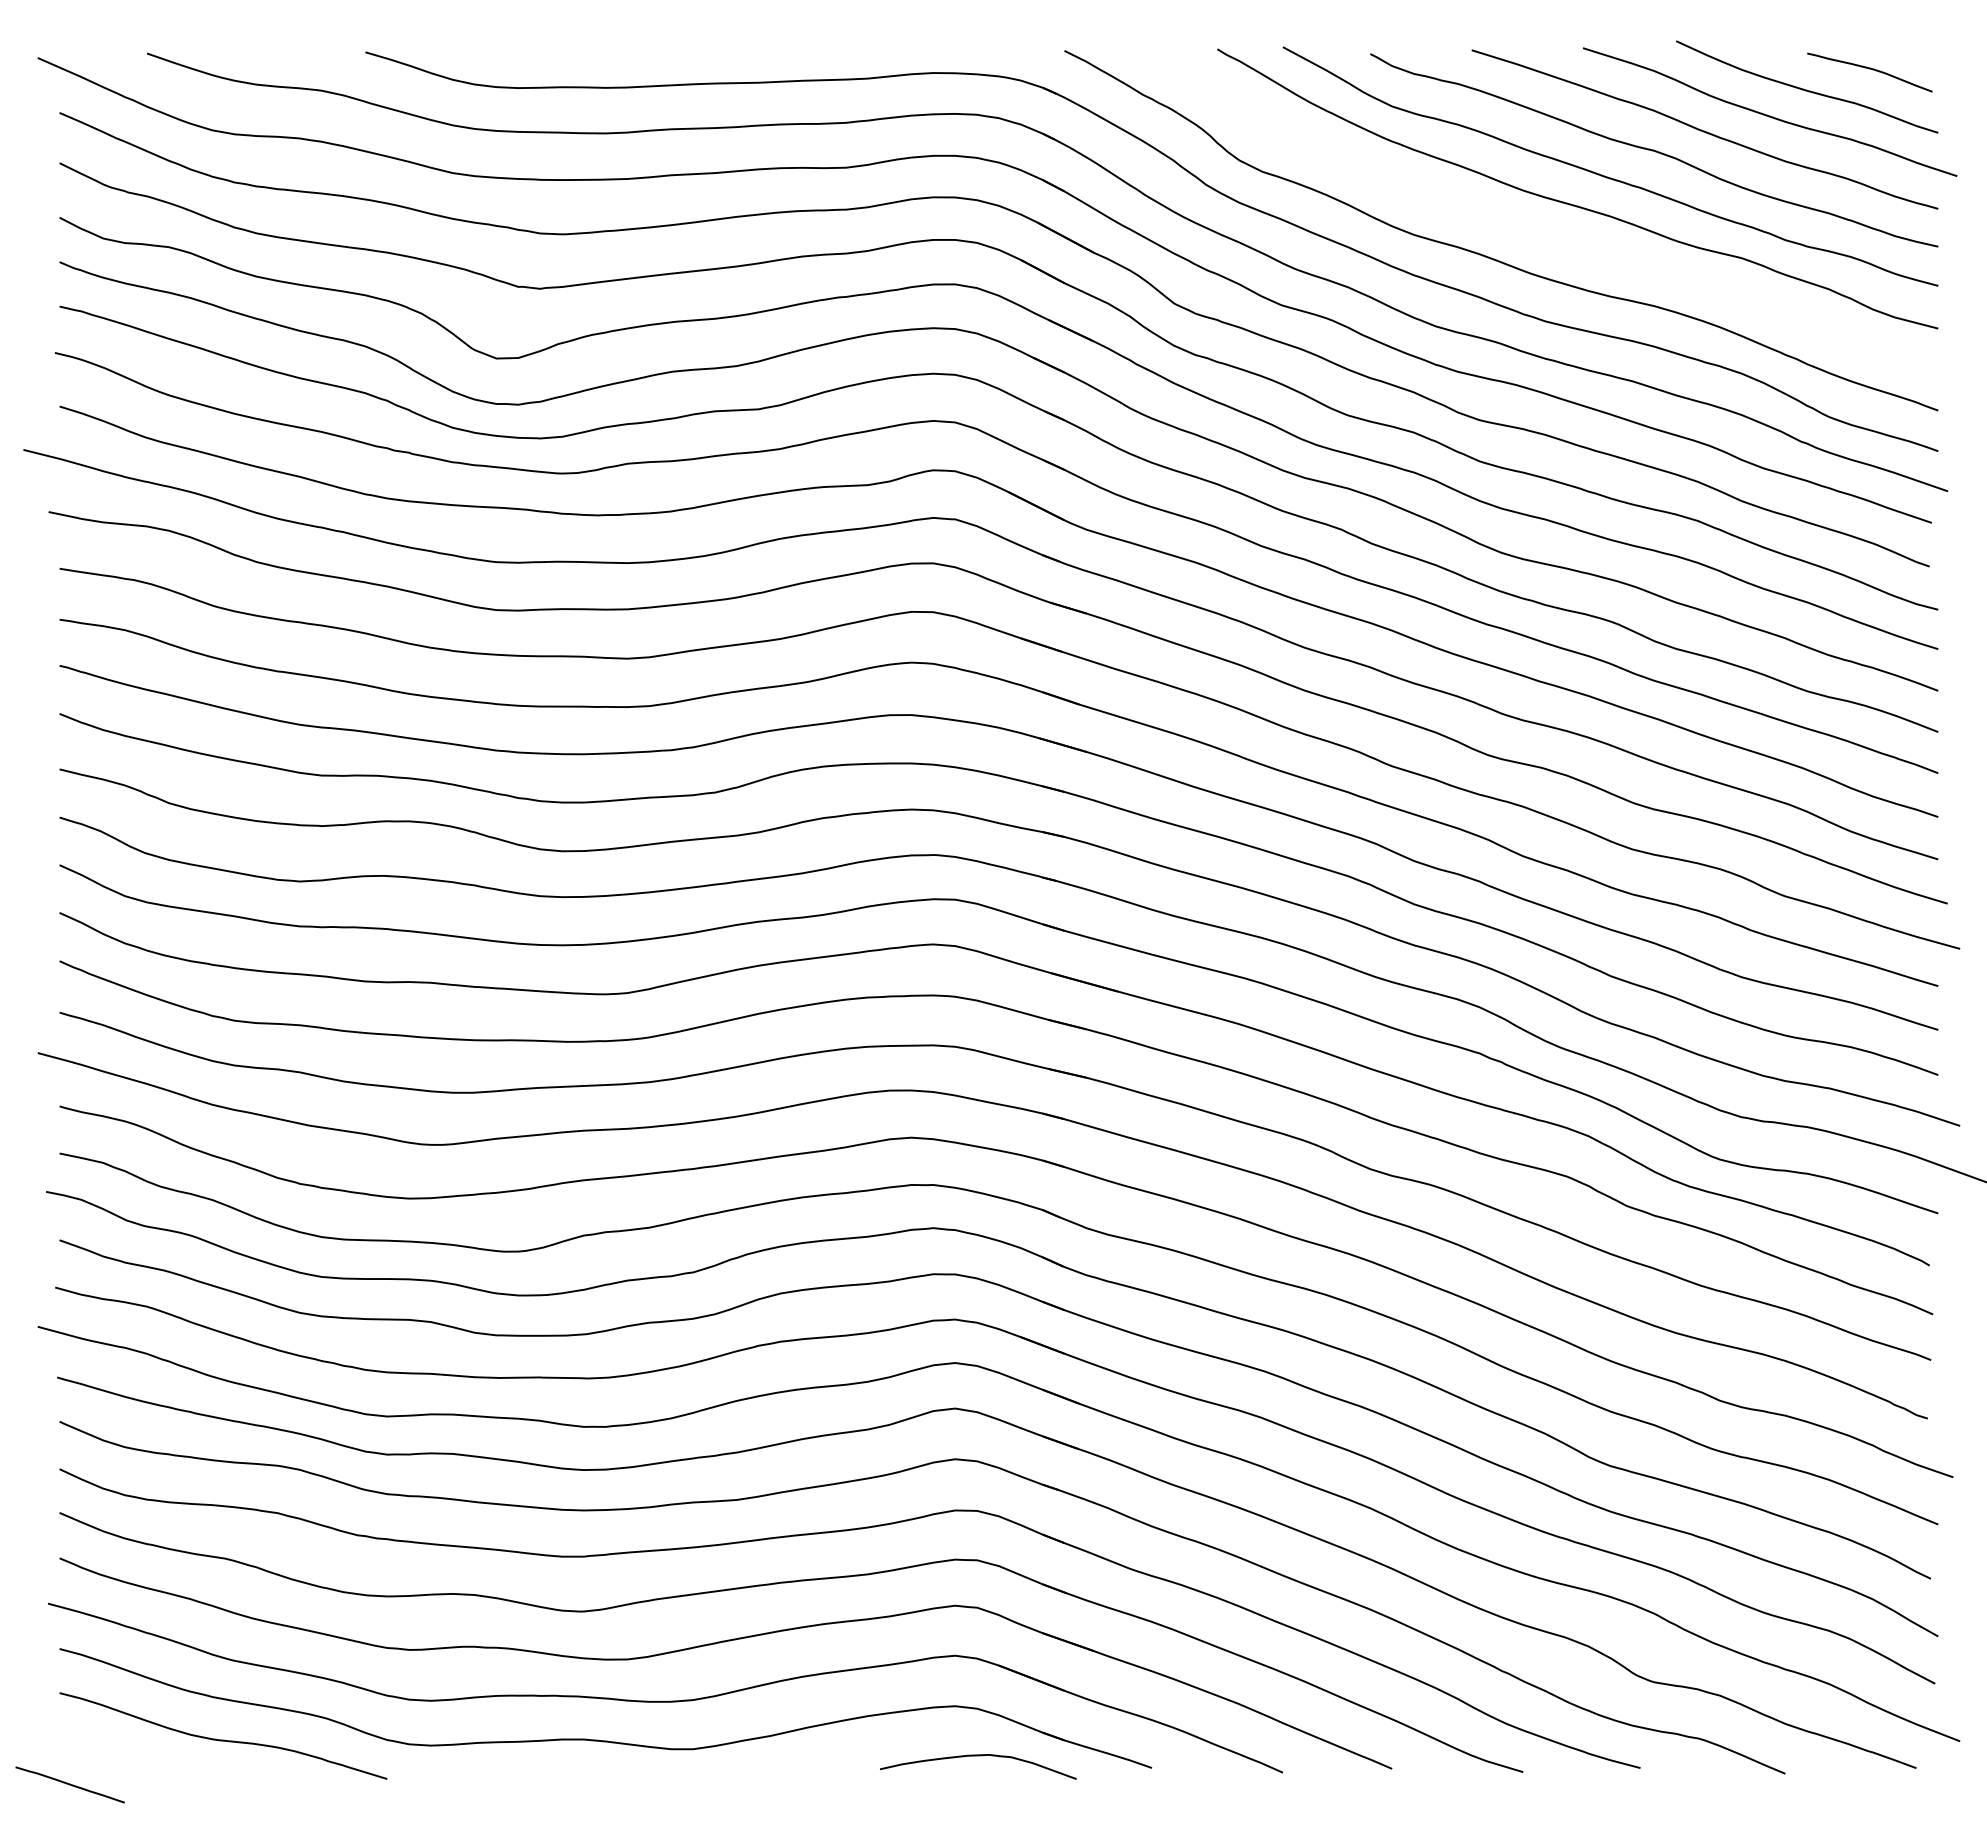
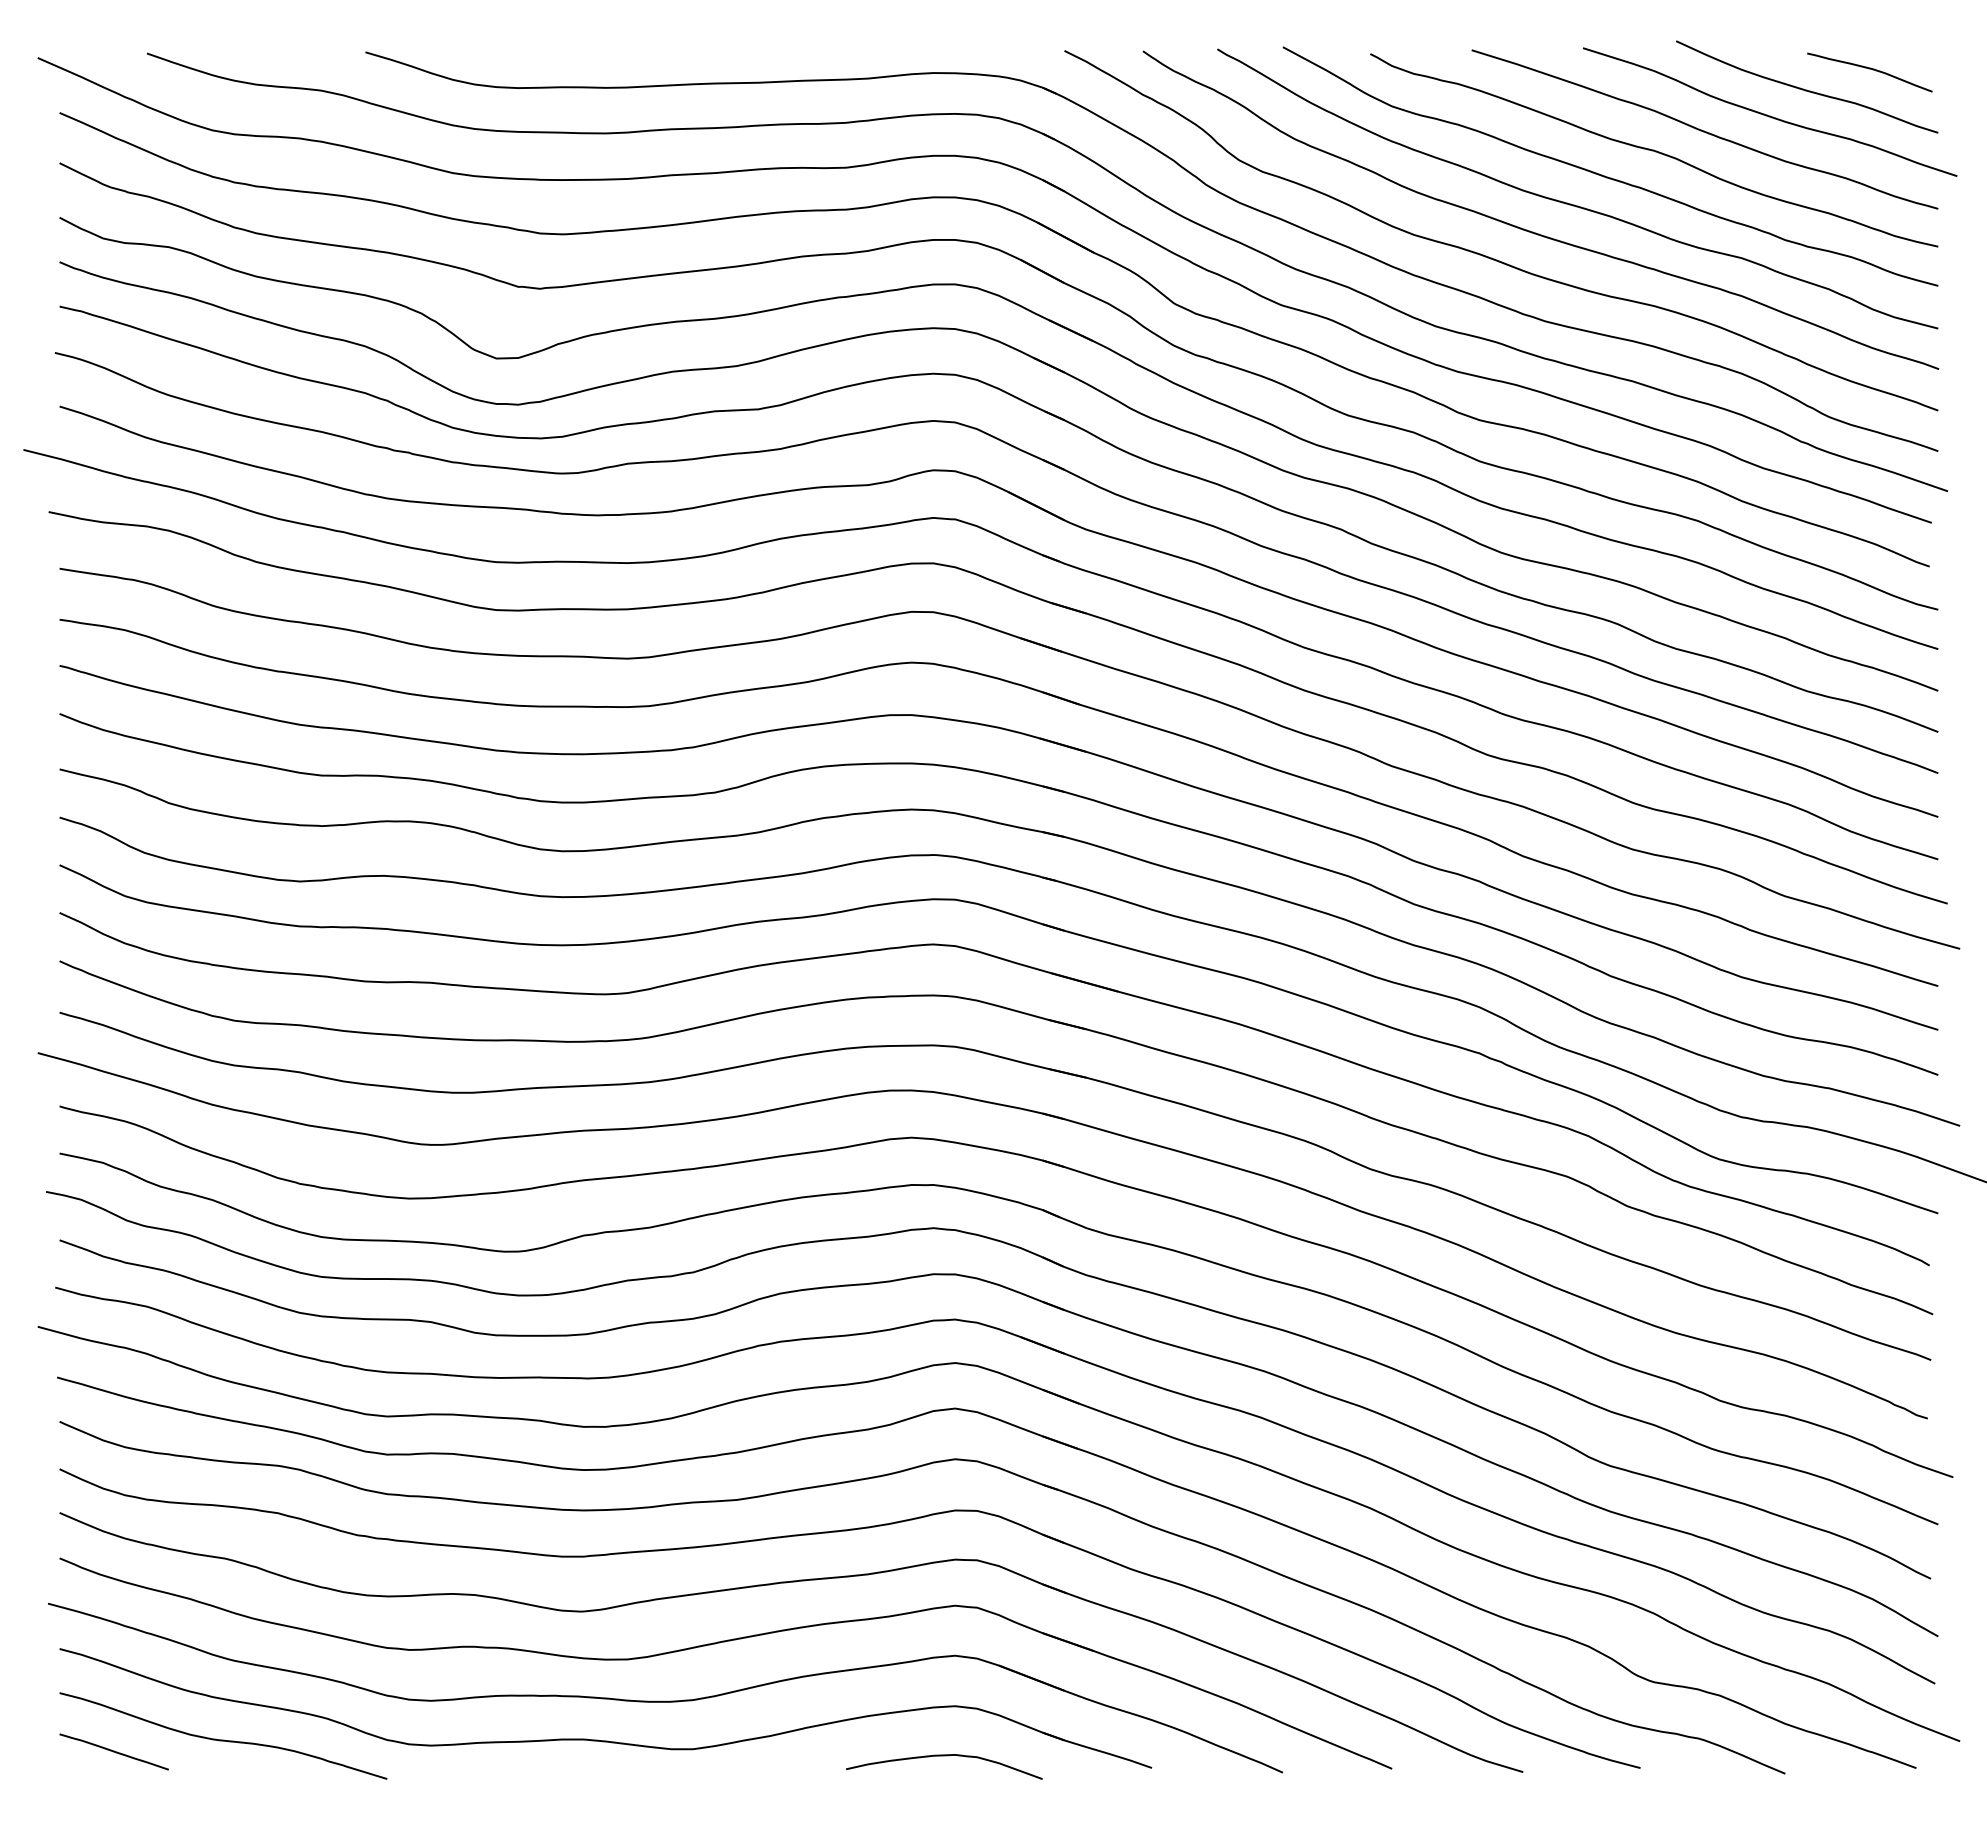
curve at (1533, 231): none -> present
curve at (978, 1756) position: (978, 1756) -> (944, 1756)
curve at (69, 1784) position: (69, 1784) -> (113, 1751)
